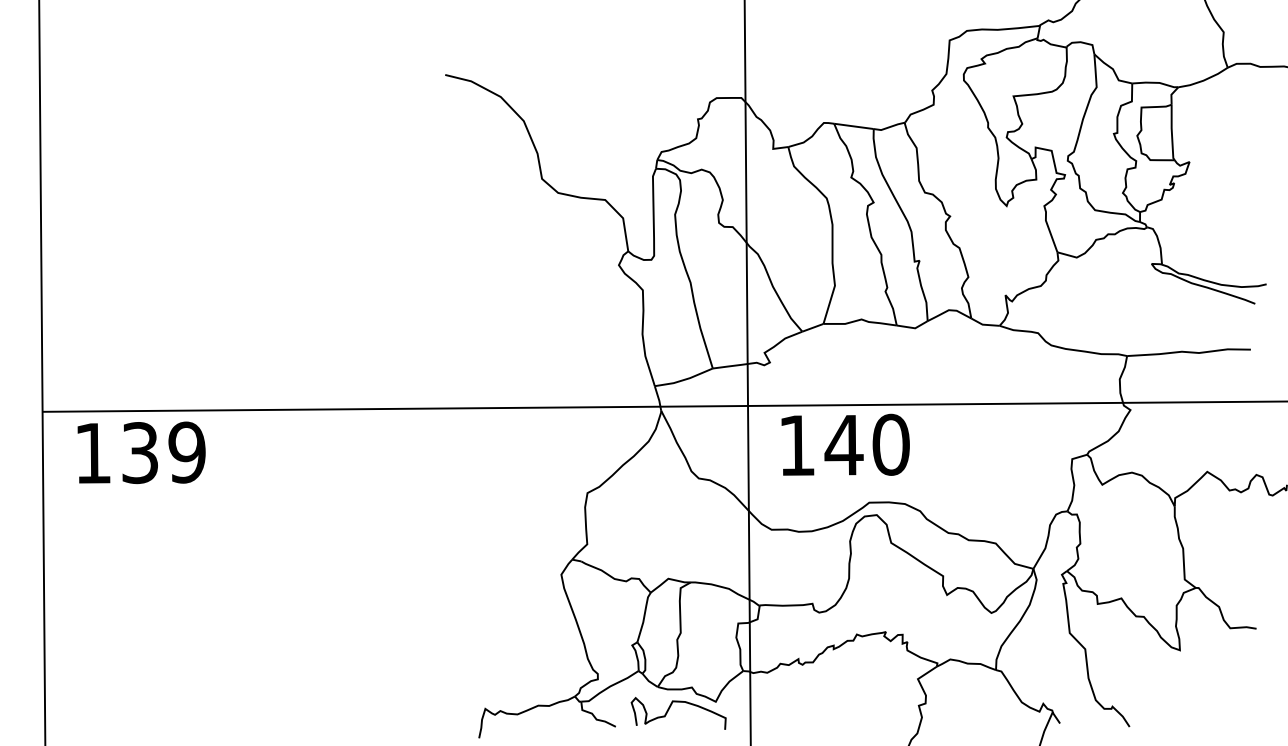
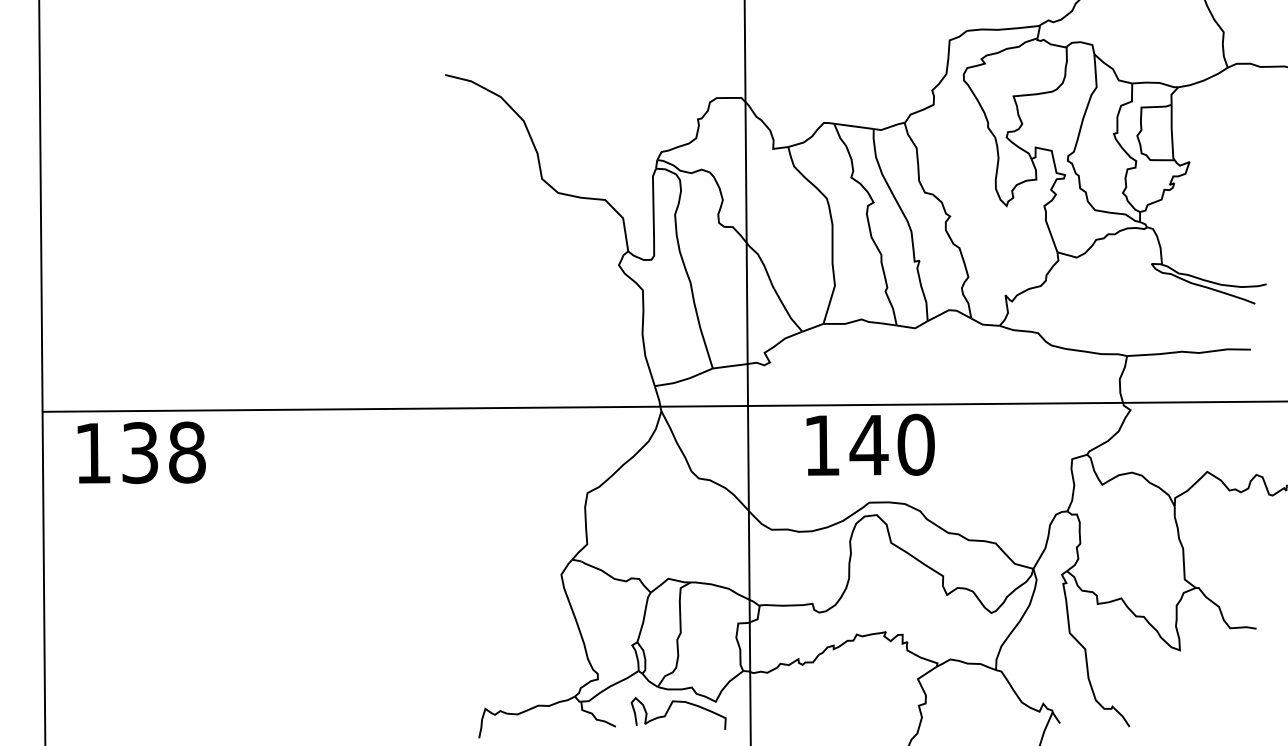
text at (845, 444) position: (845, 444) -> (870, 444)
text at (186, 452): 139 -> 138
